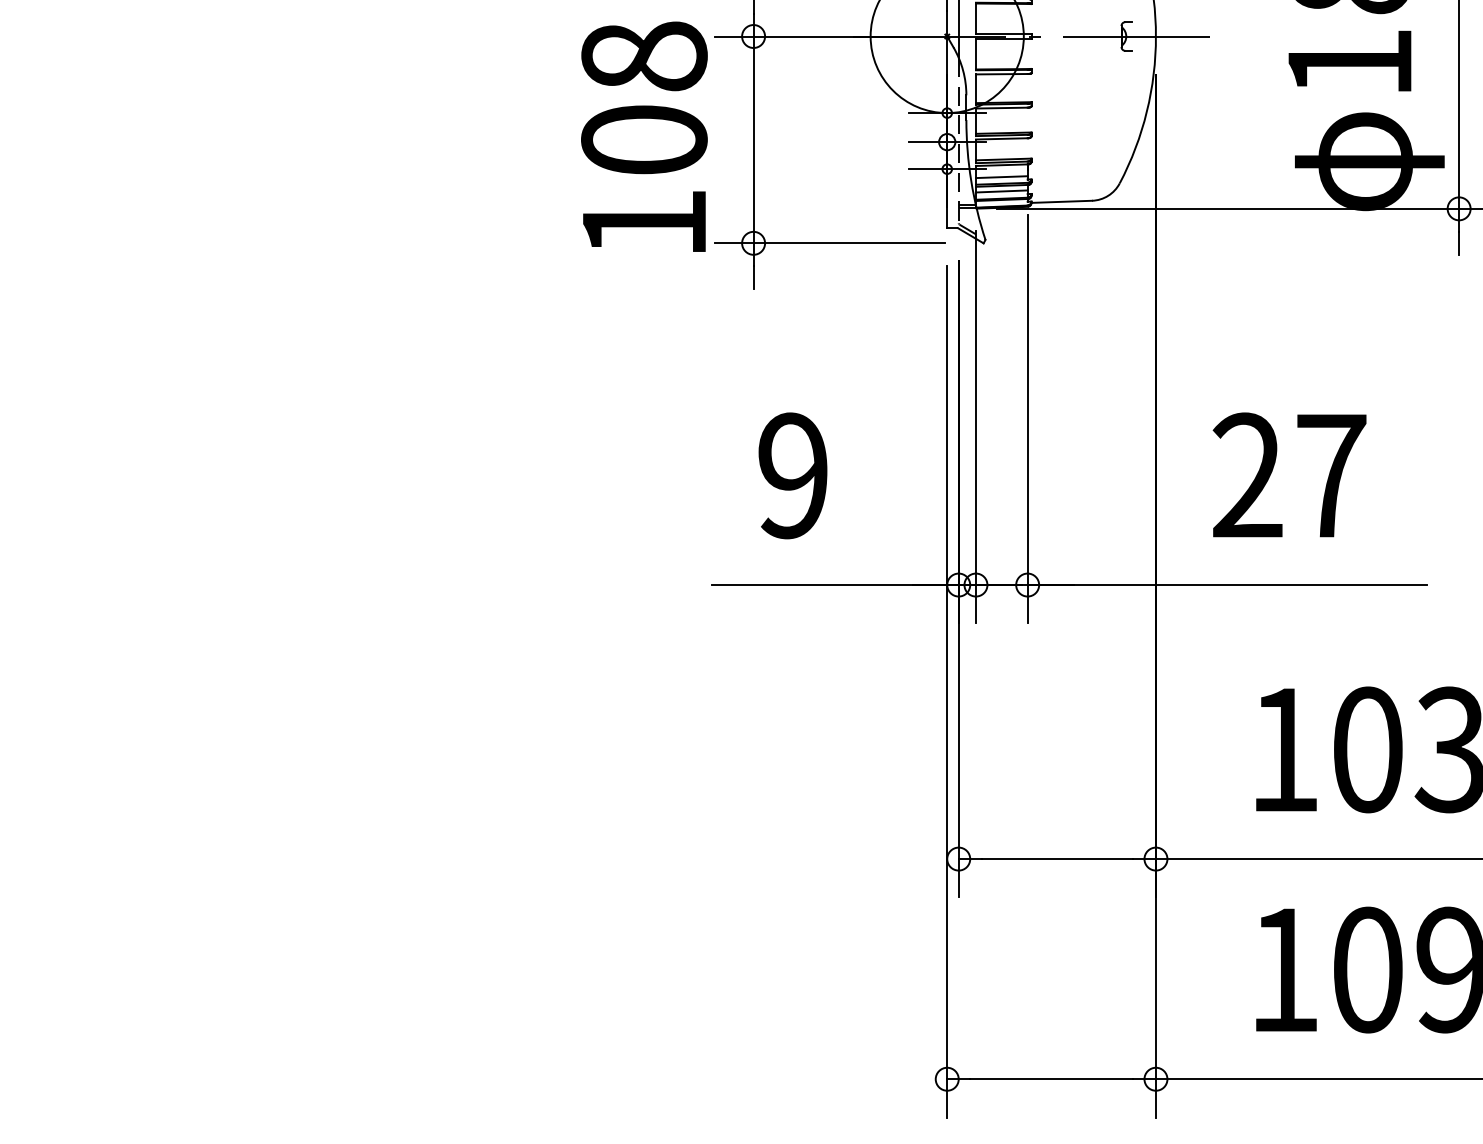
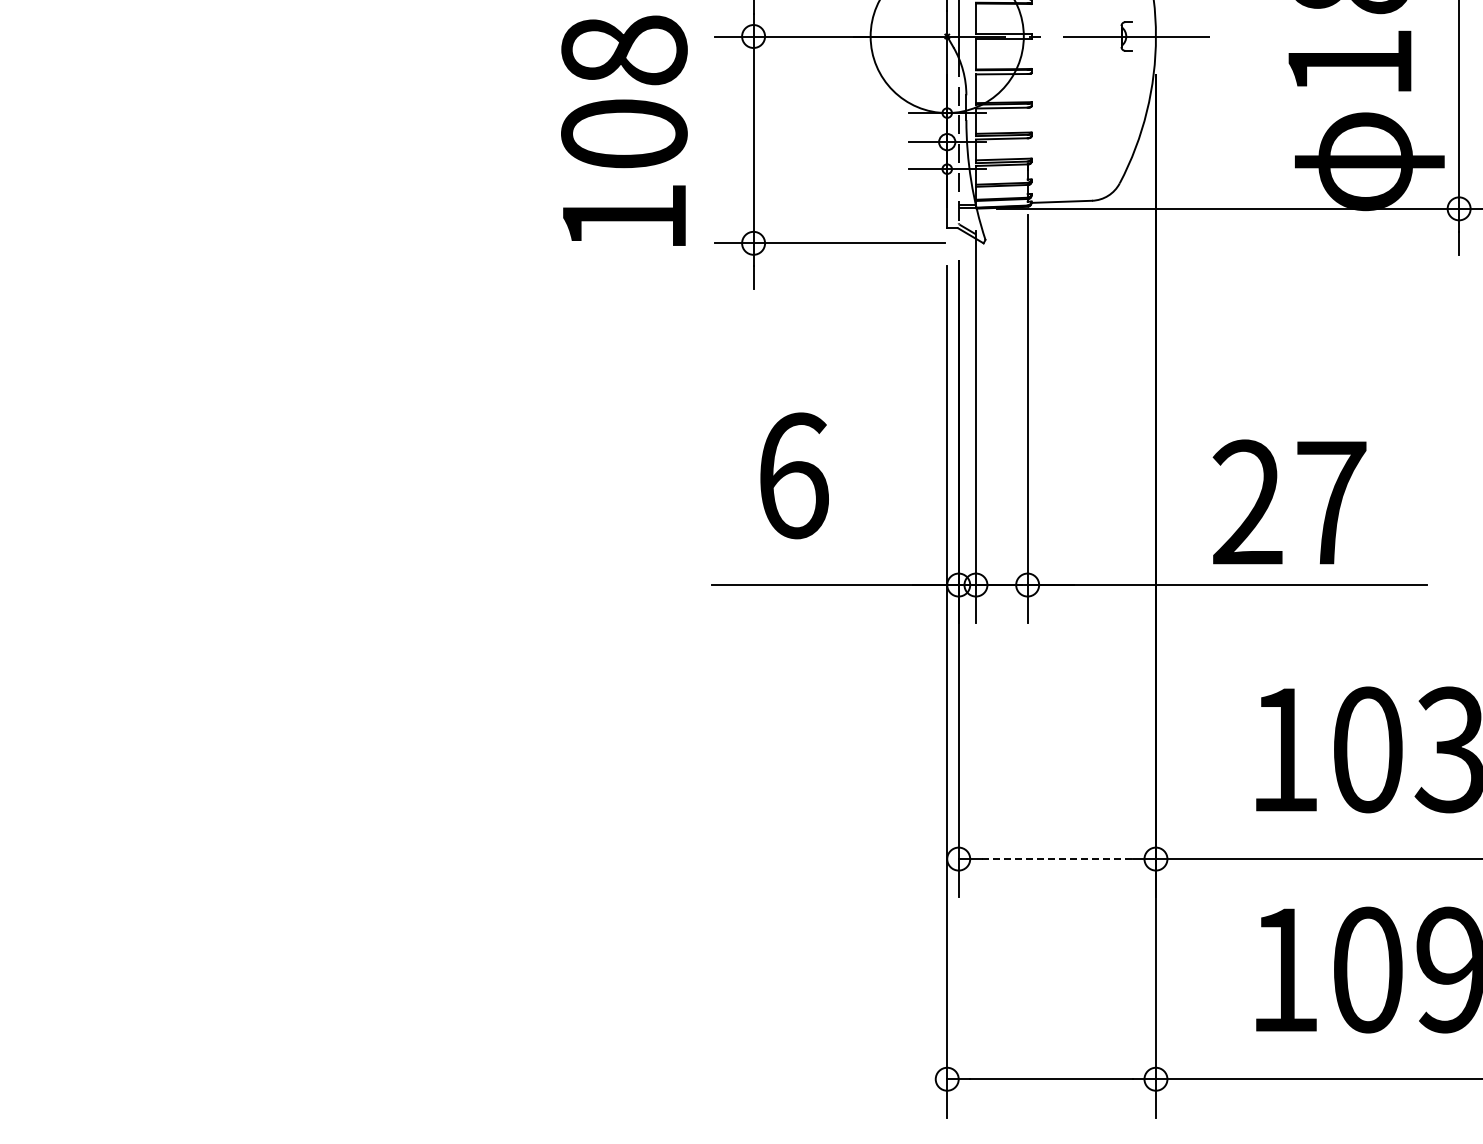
text at (644, 136) position: (644, 136) -> (624, 130)
line at (1001, 177): present -> none
line at (1001, 191): present -> none
text at (1289, 474) position: (1289, 474) -> (1289, 501)
text at (793, 475): 9 -> 6
line at (1057, 859): solid -> dashed
